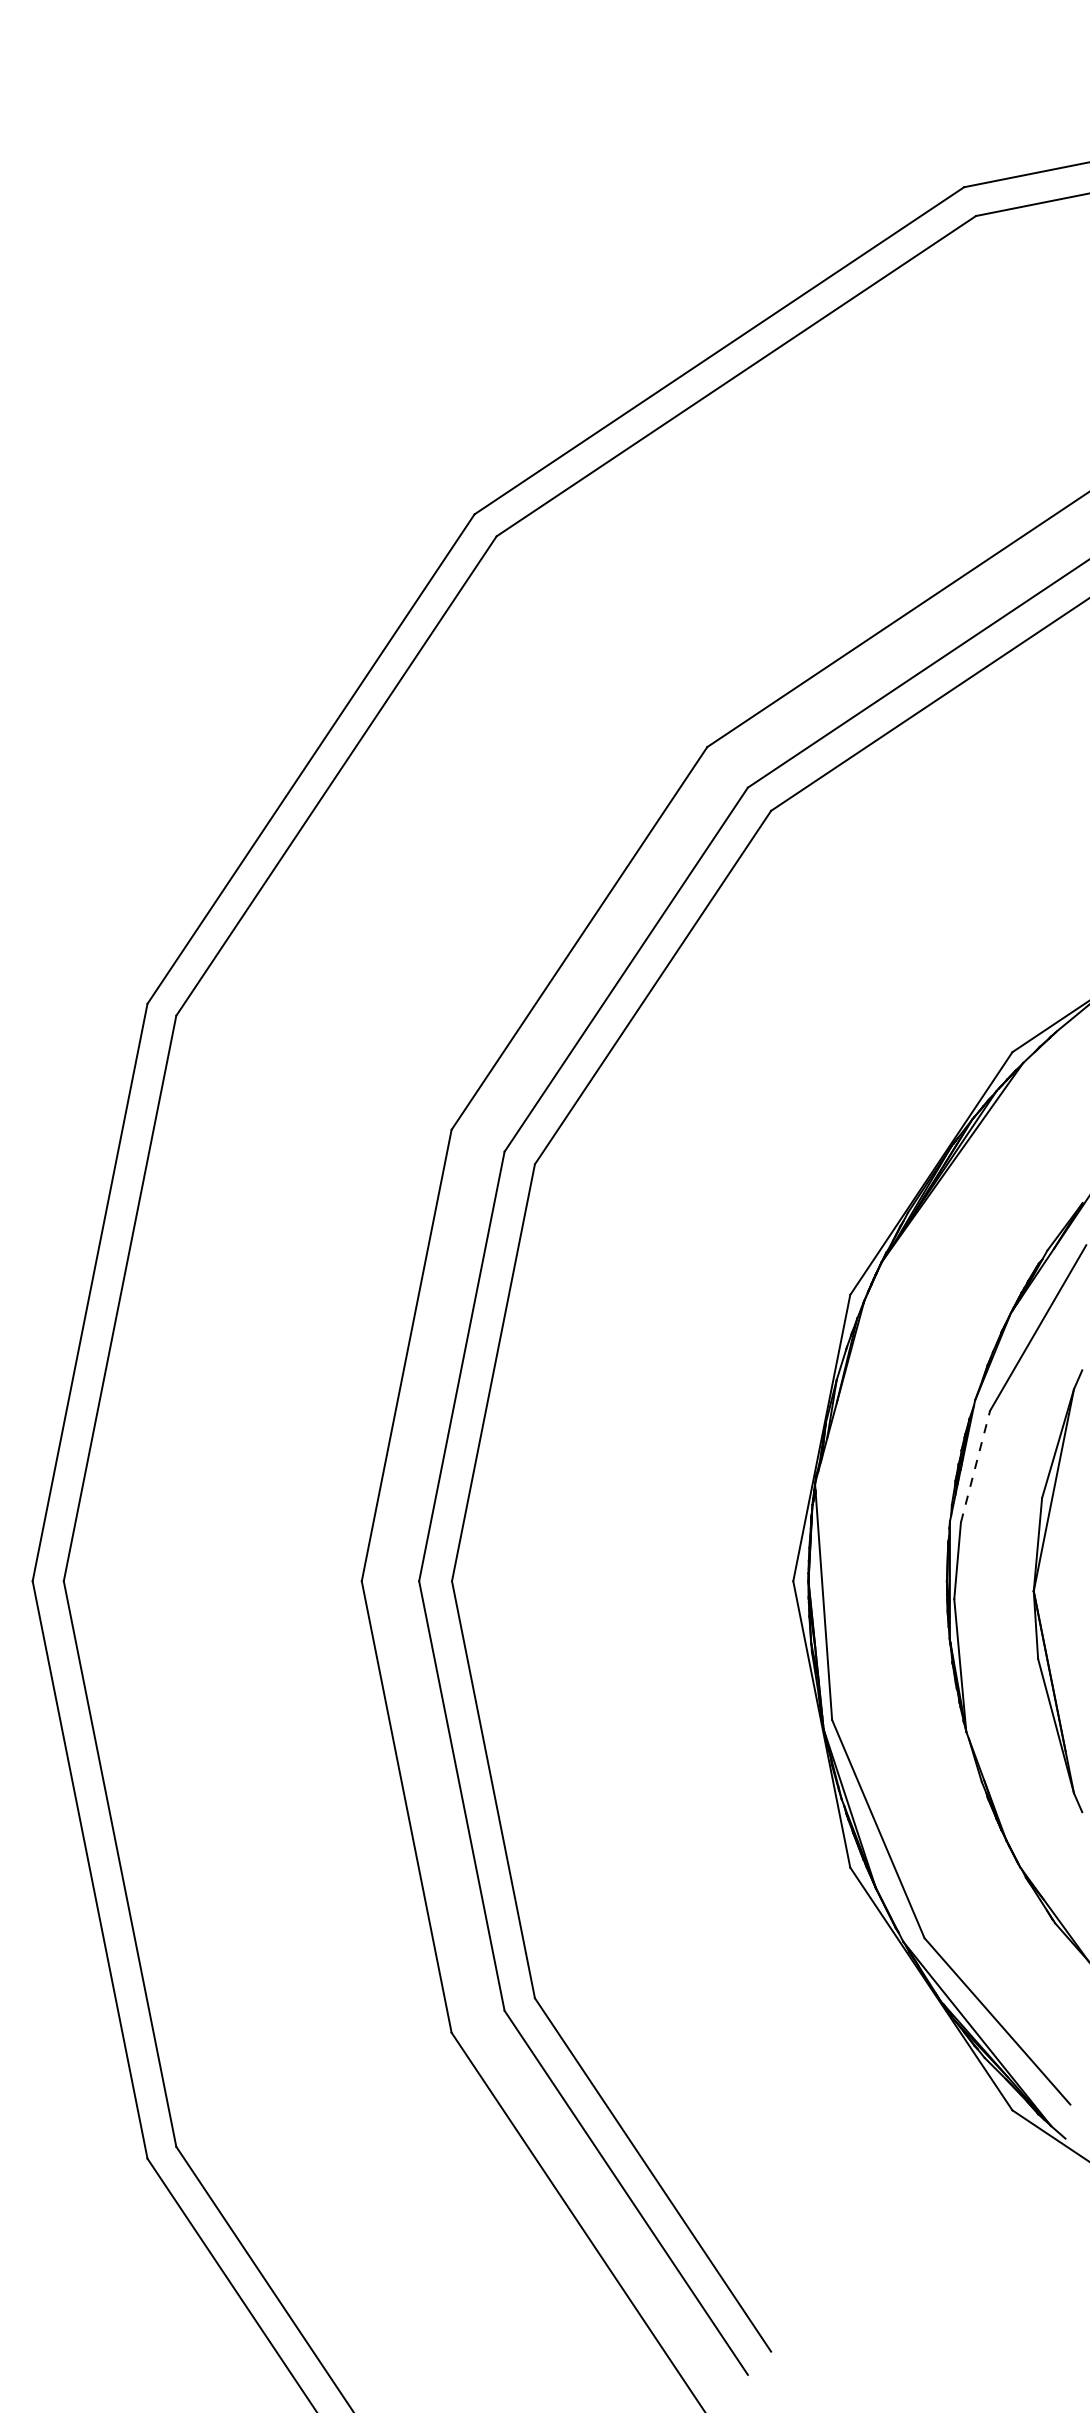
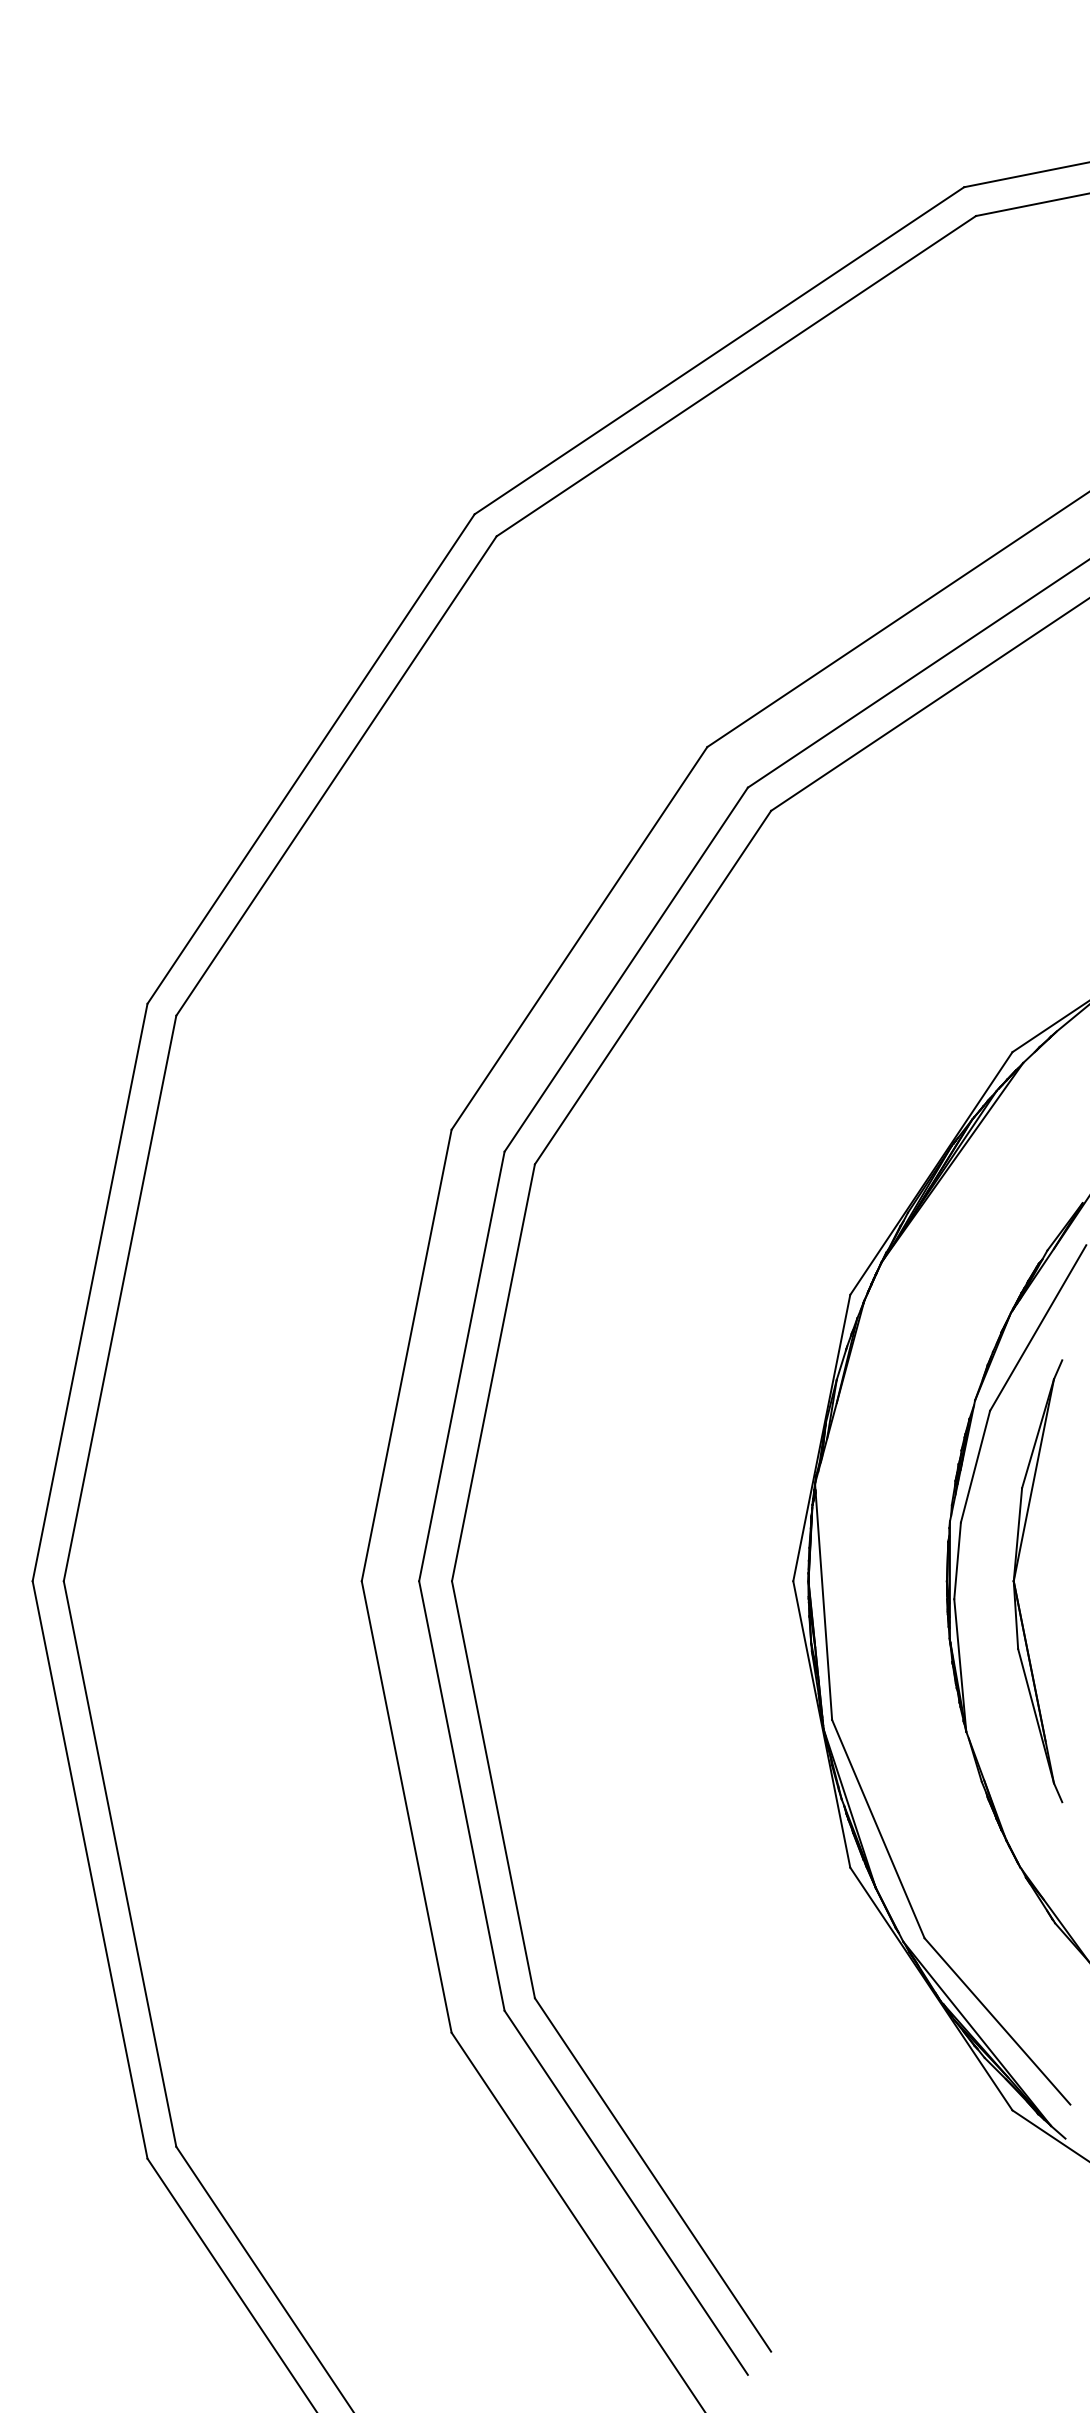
line at (975, 1466): dashed -> solid
part at (1035, 1593) position: (1035, 1593) -> (1015, 1583)
